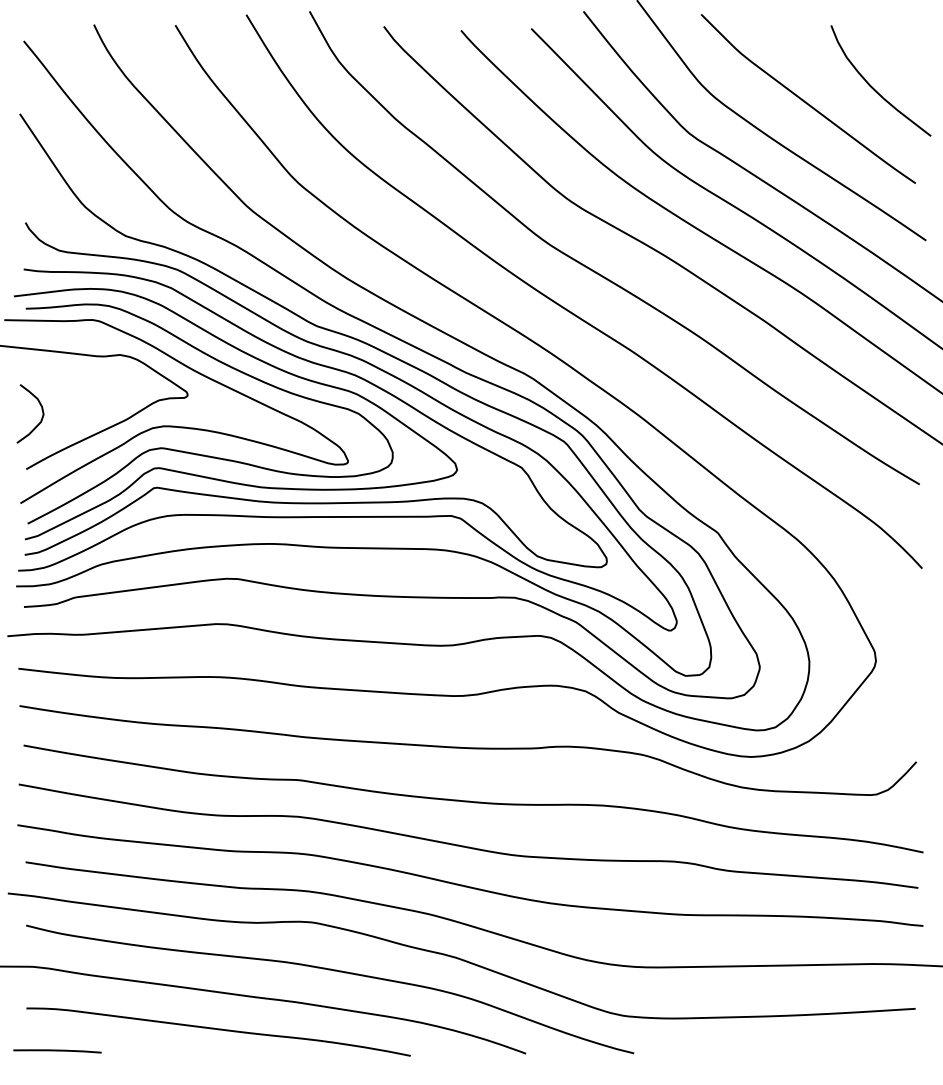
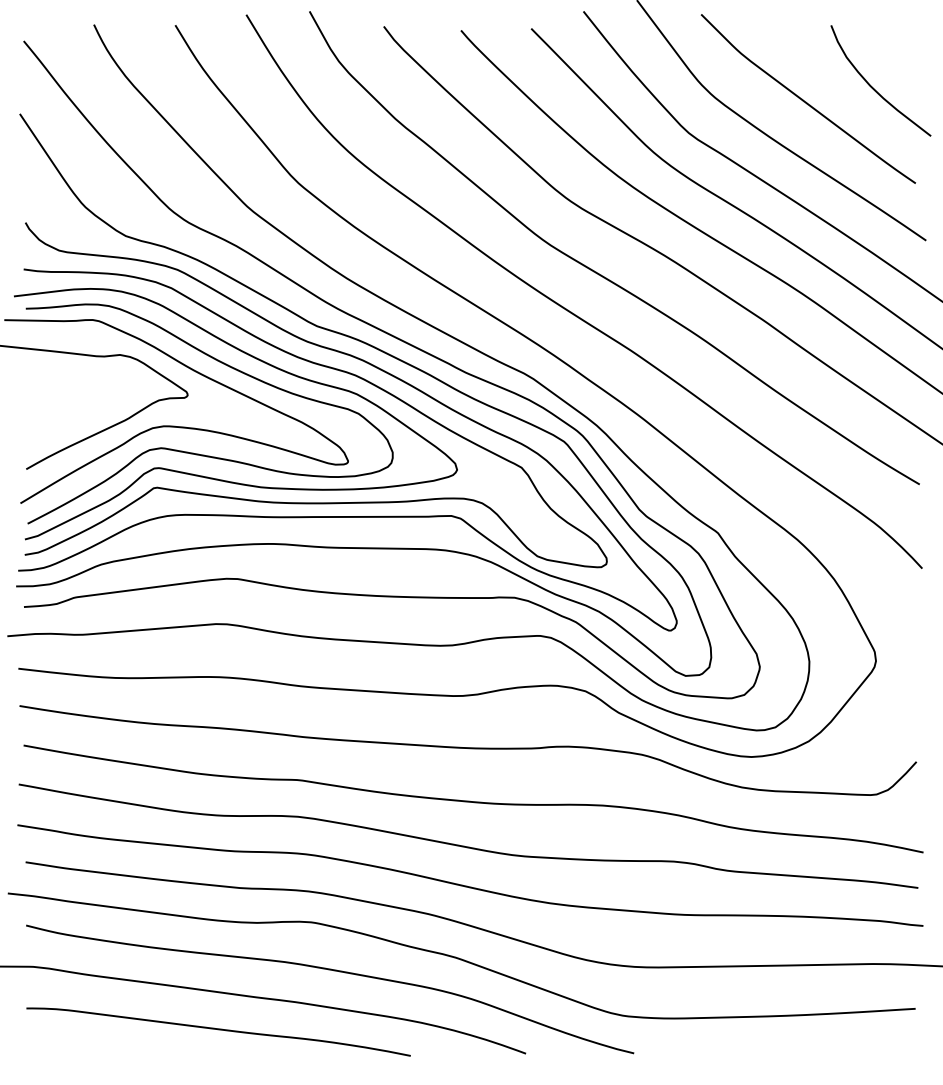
curve at (41, 410): present -> none
line at (57, 1051): present -> none
